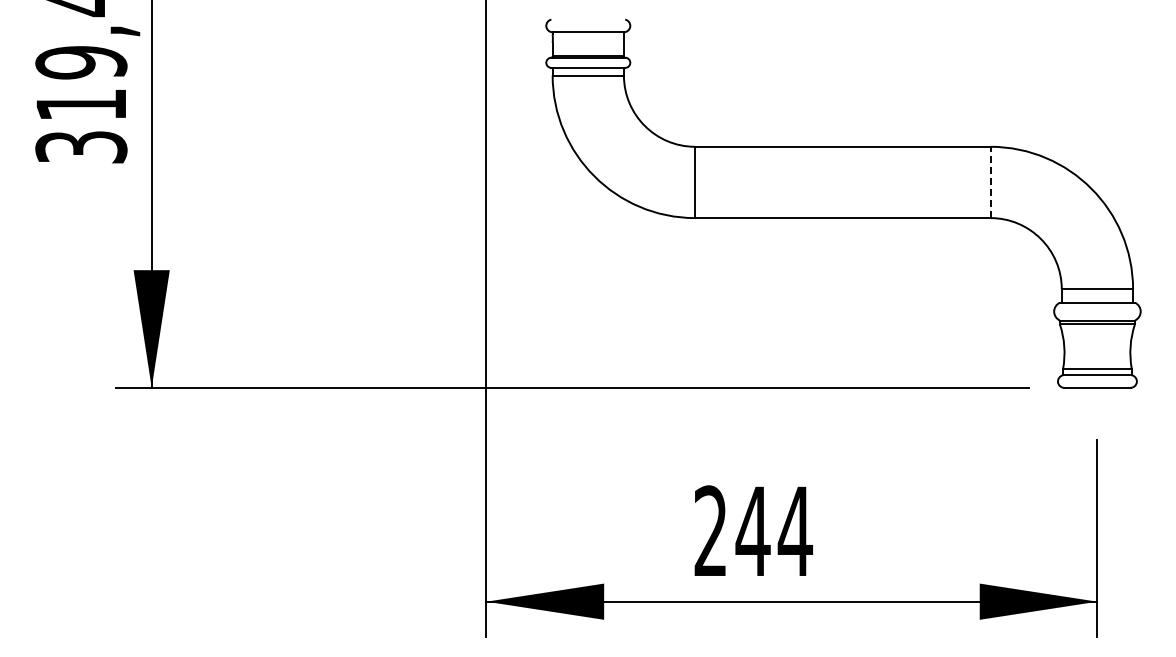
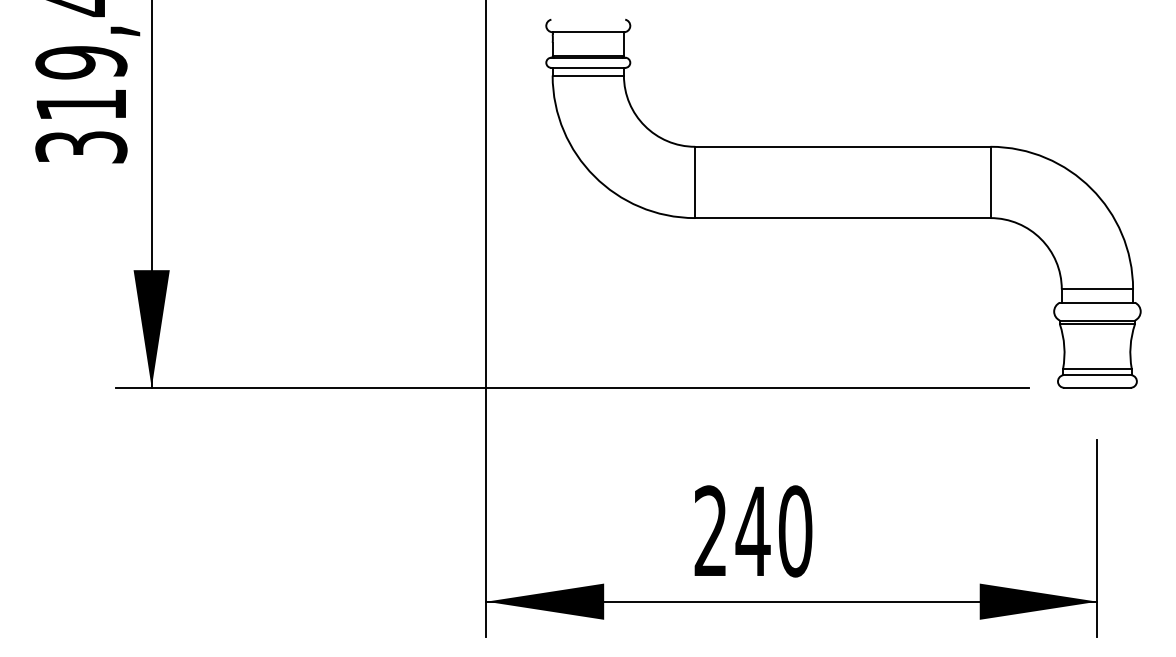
line at (990, 182): dashed -> solid
text at (795, 531): 244 -> 240
